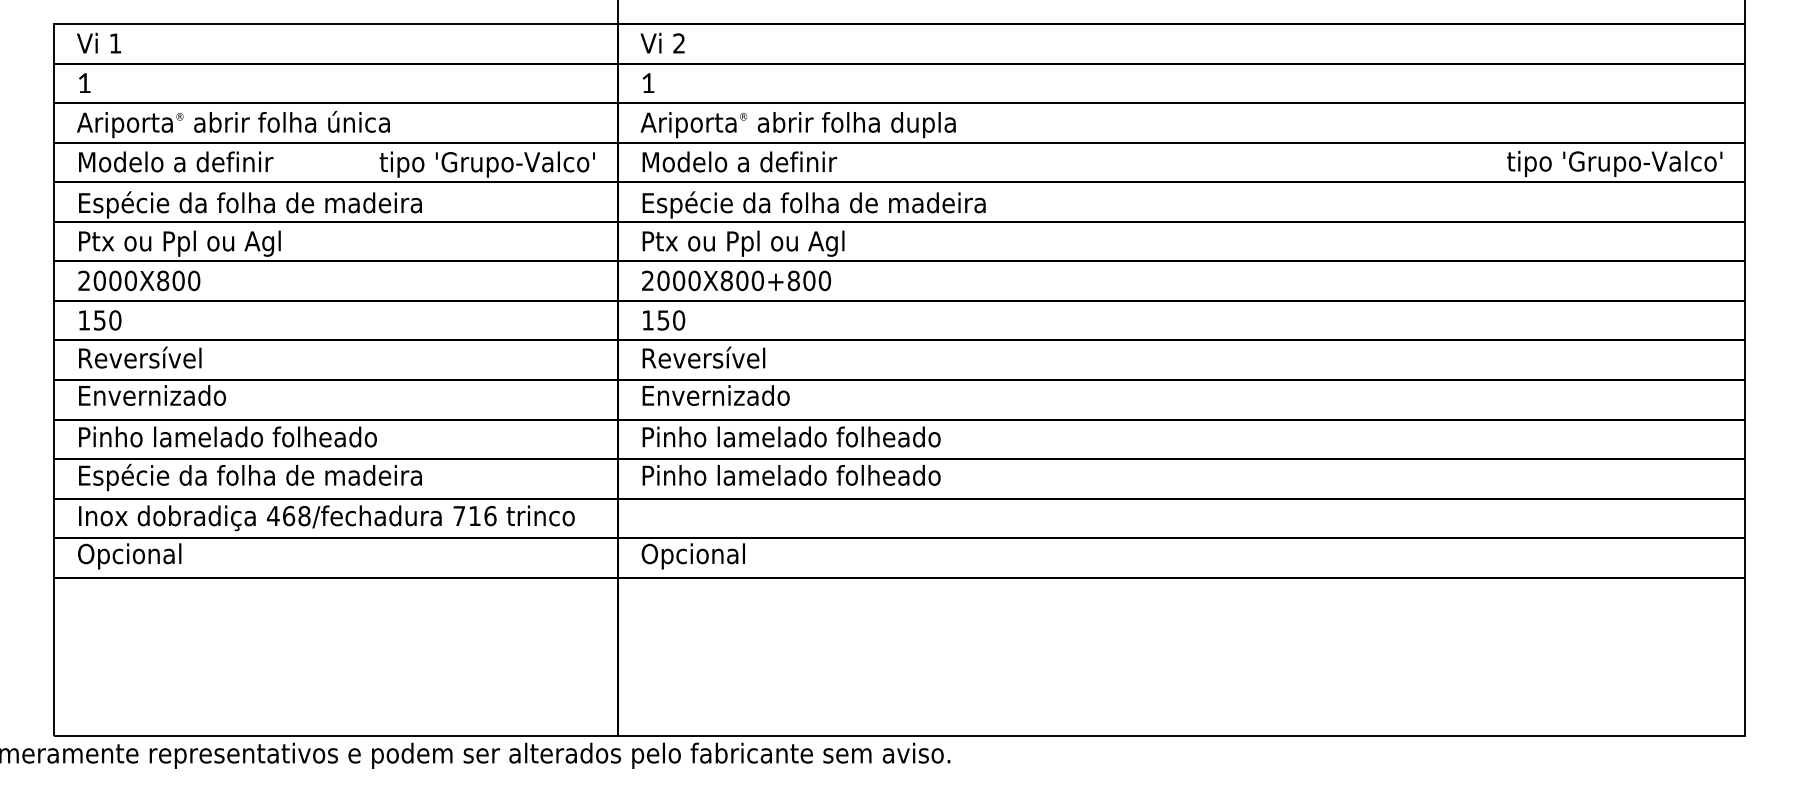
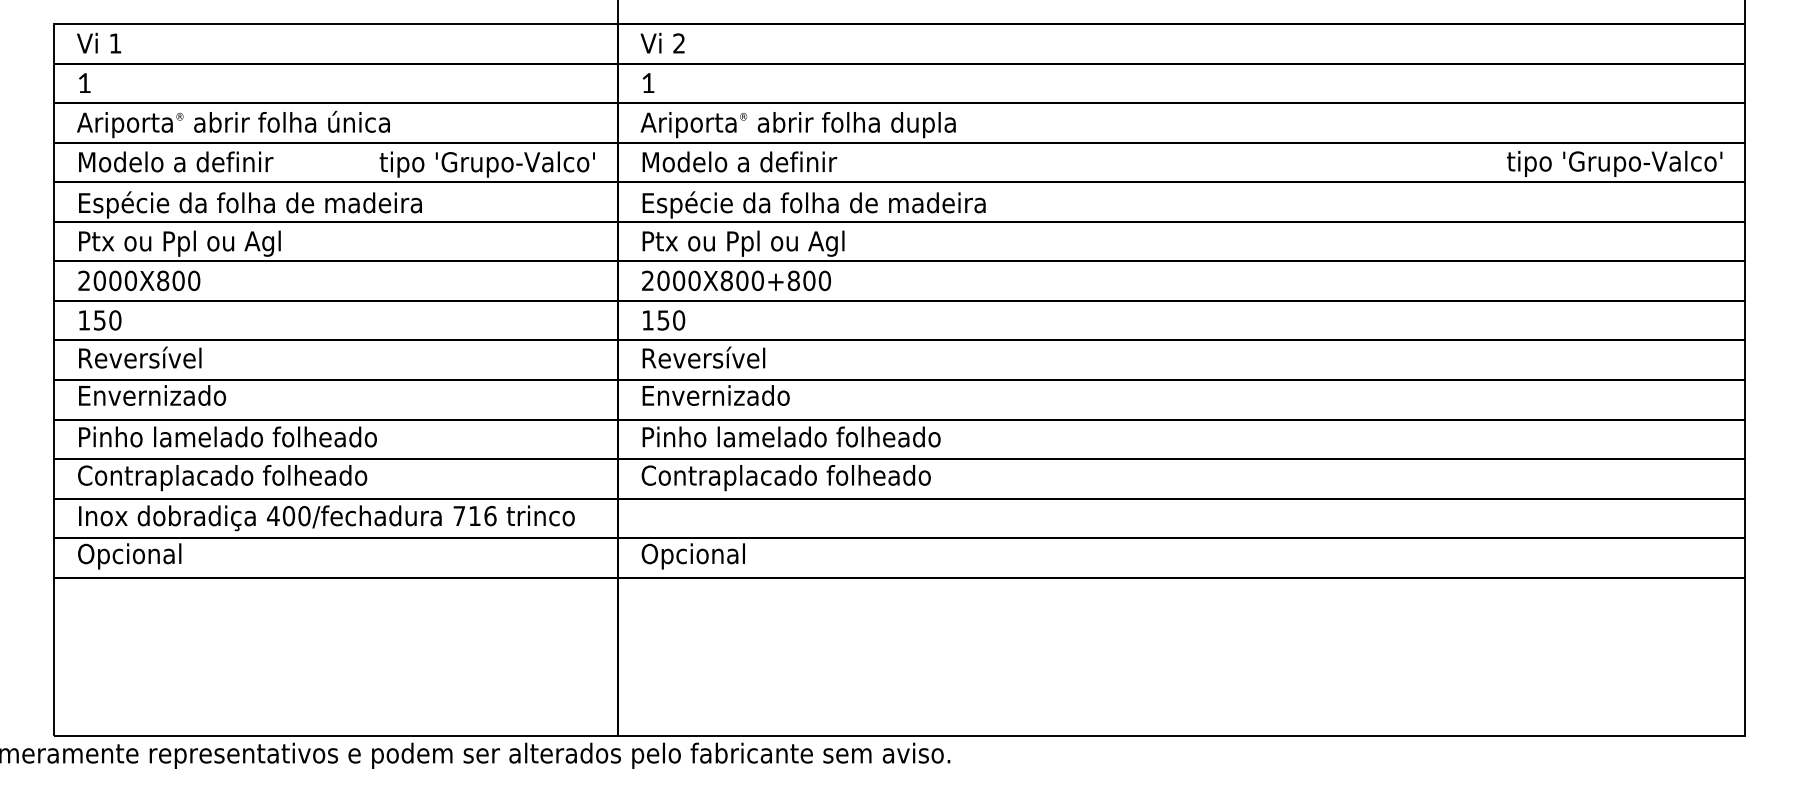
text at (249, 477): Espécie da folha de madeira -> Contraplacado folheado
text at (790, 478): Pinho lamelado folheado -> Contraplacado folheado
text at (296, 515): 468/fechadura -> 400/fechadura
